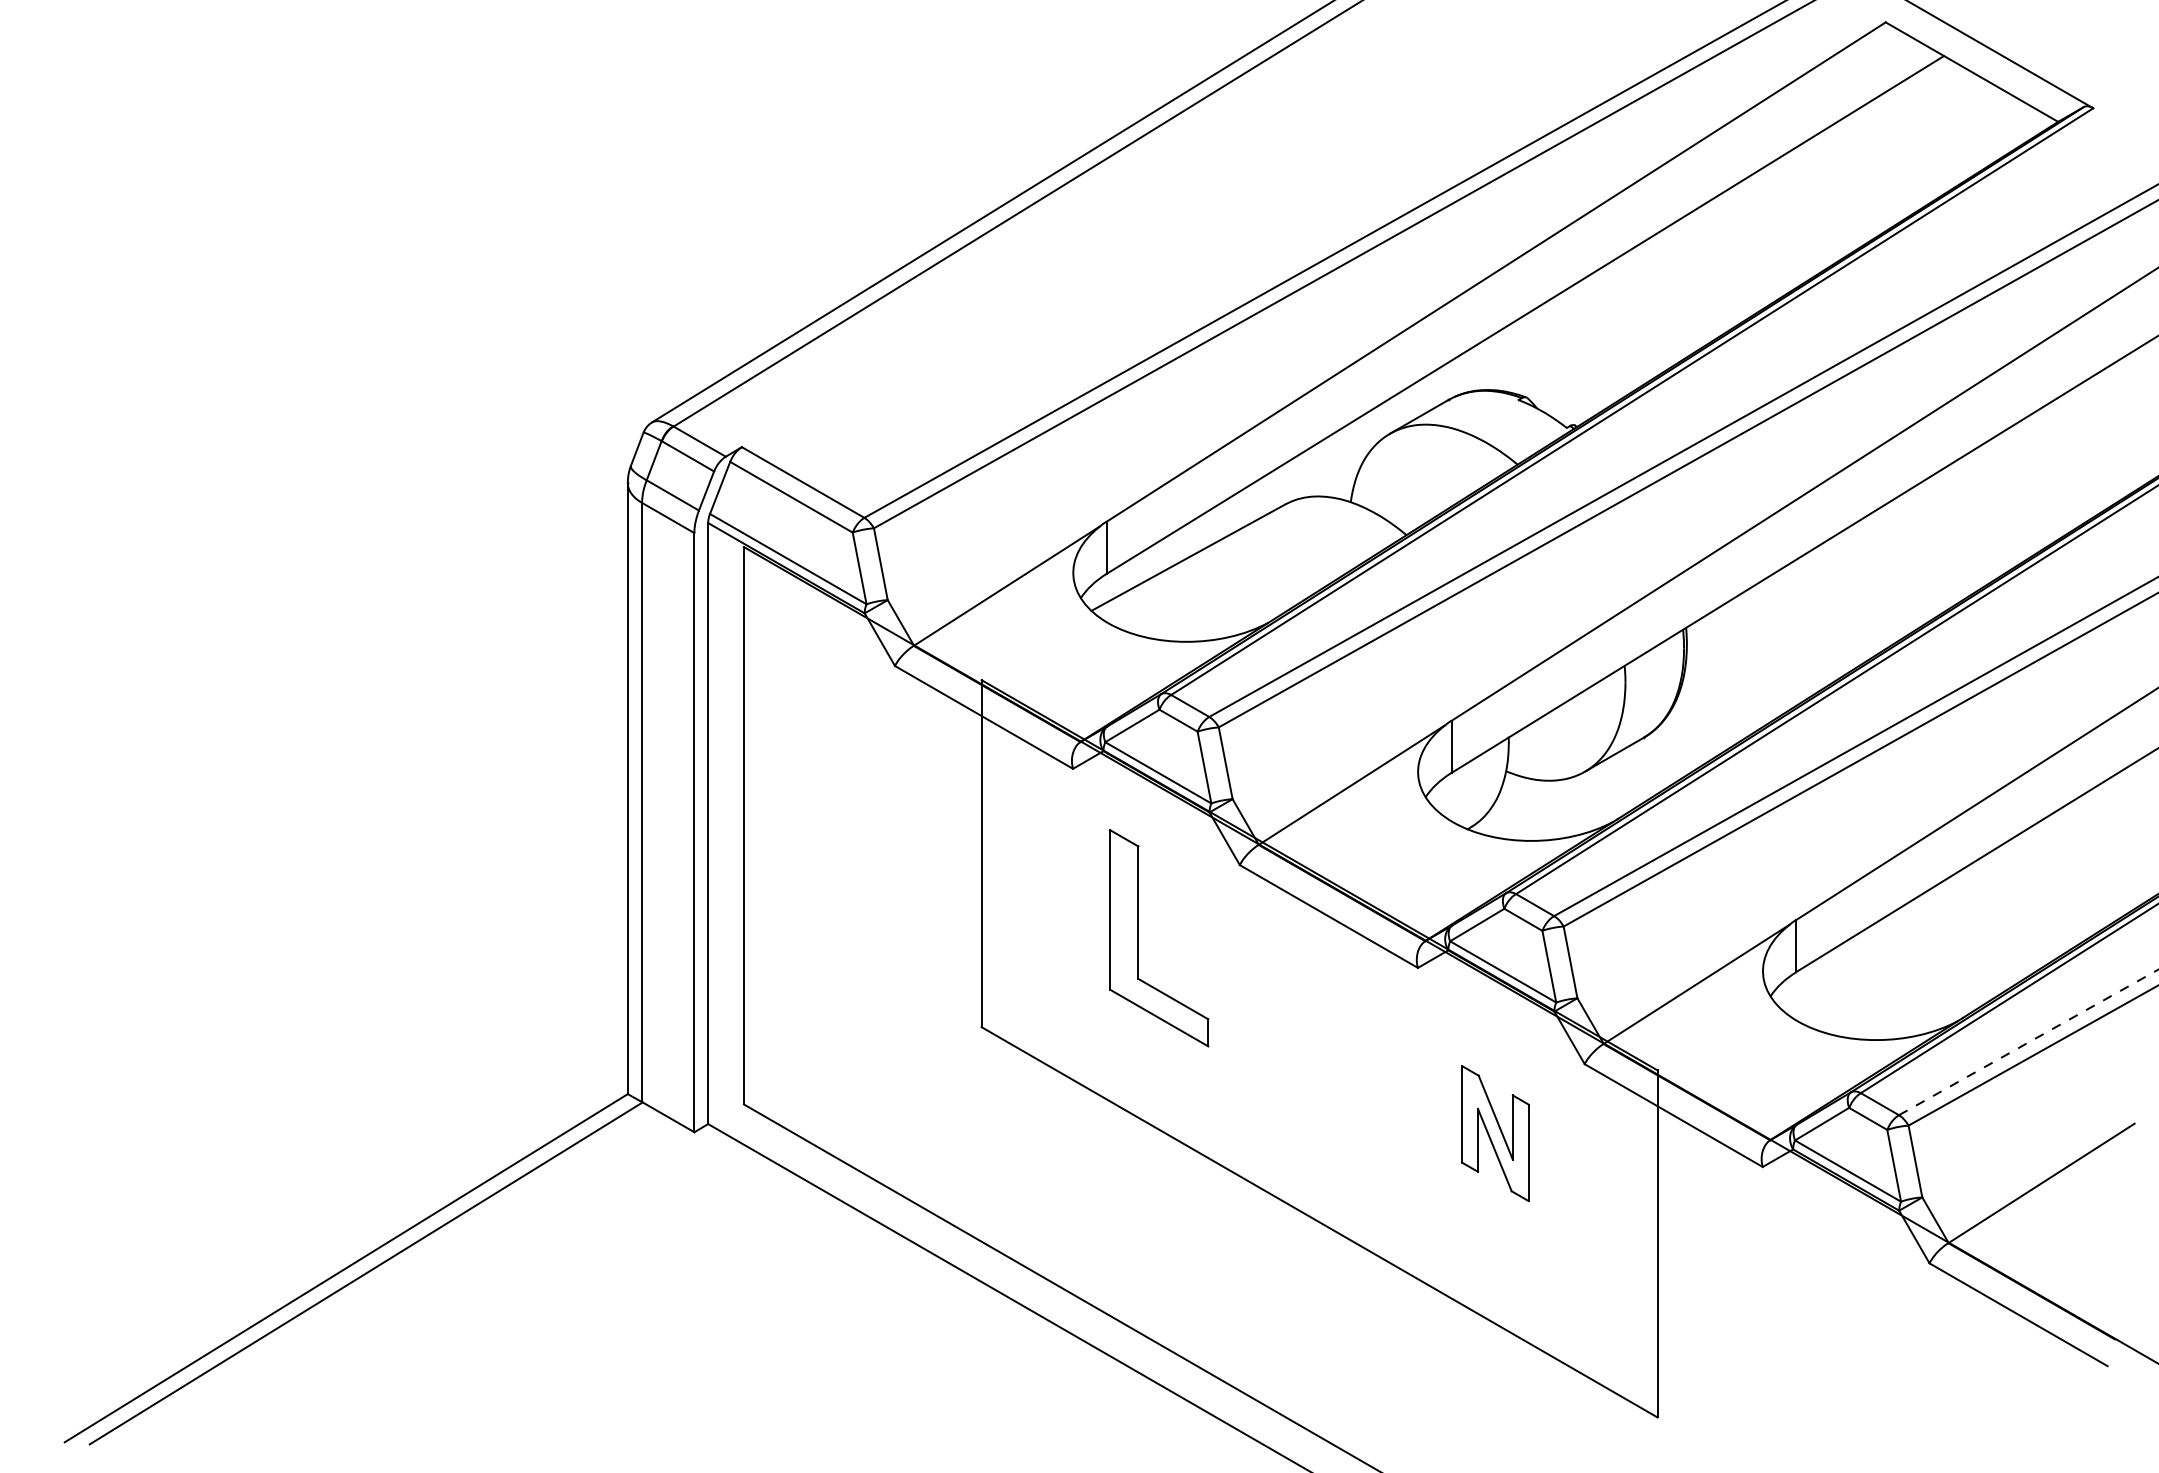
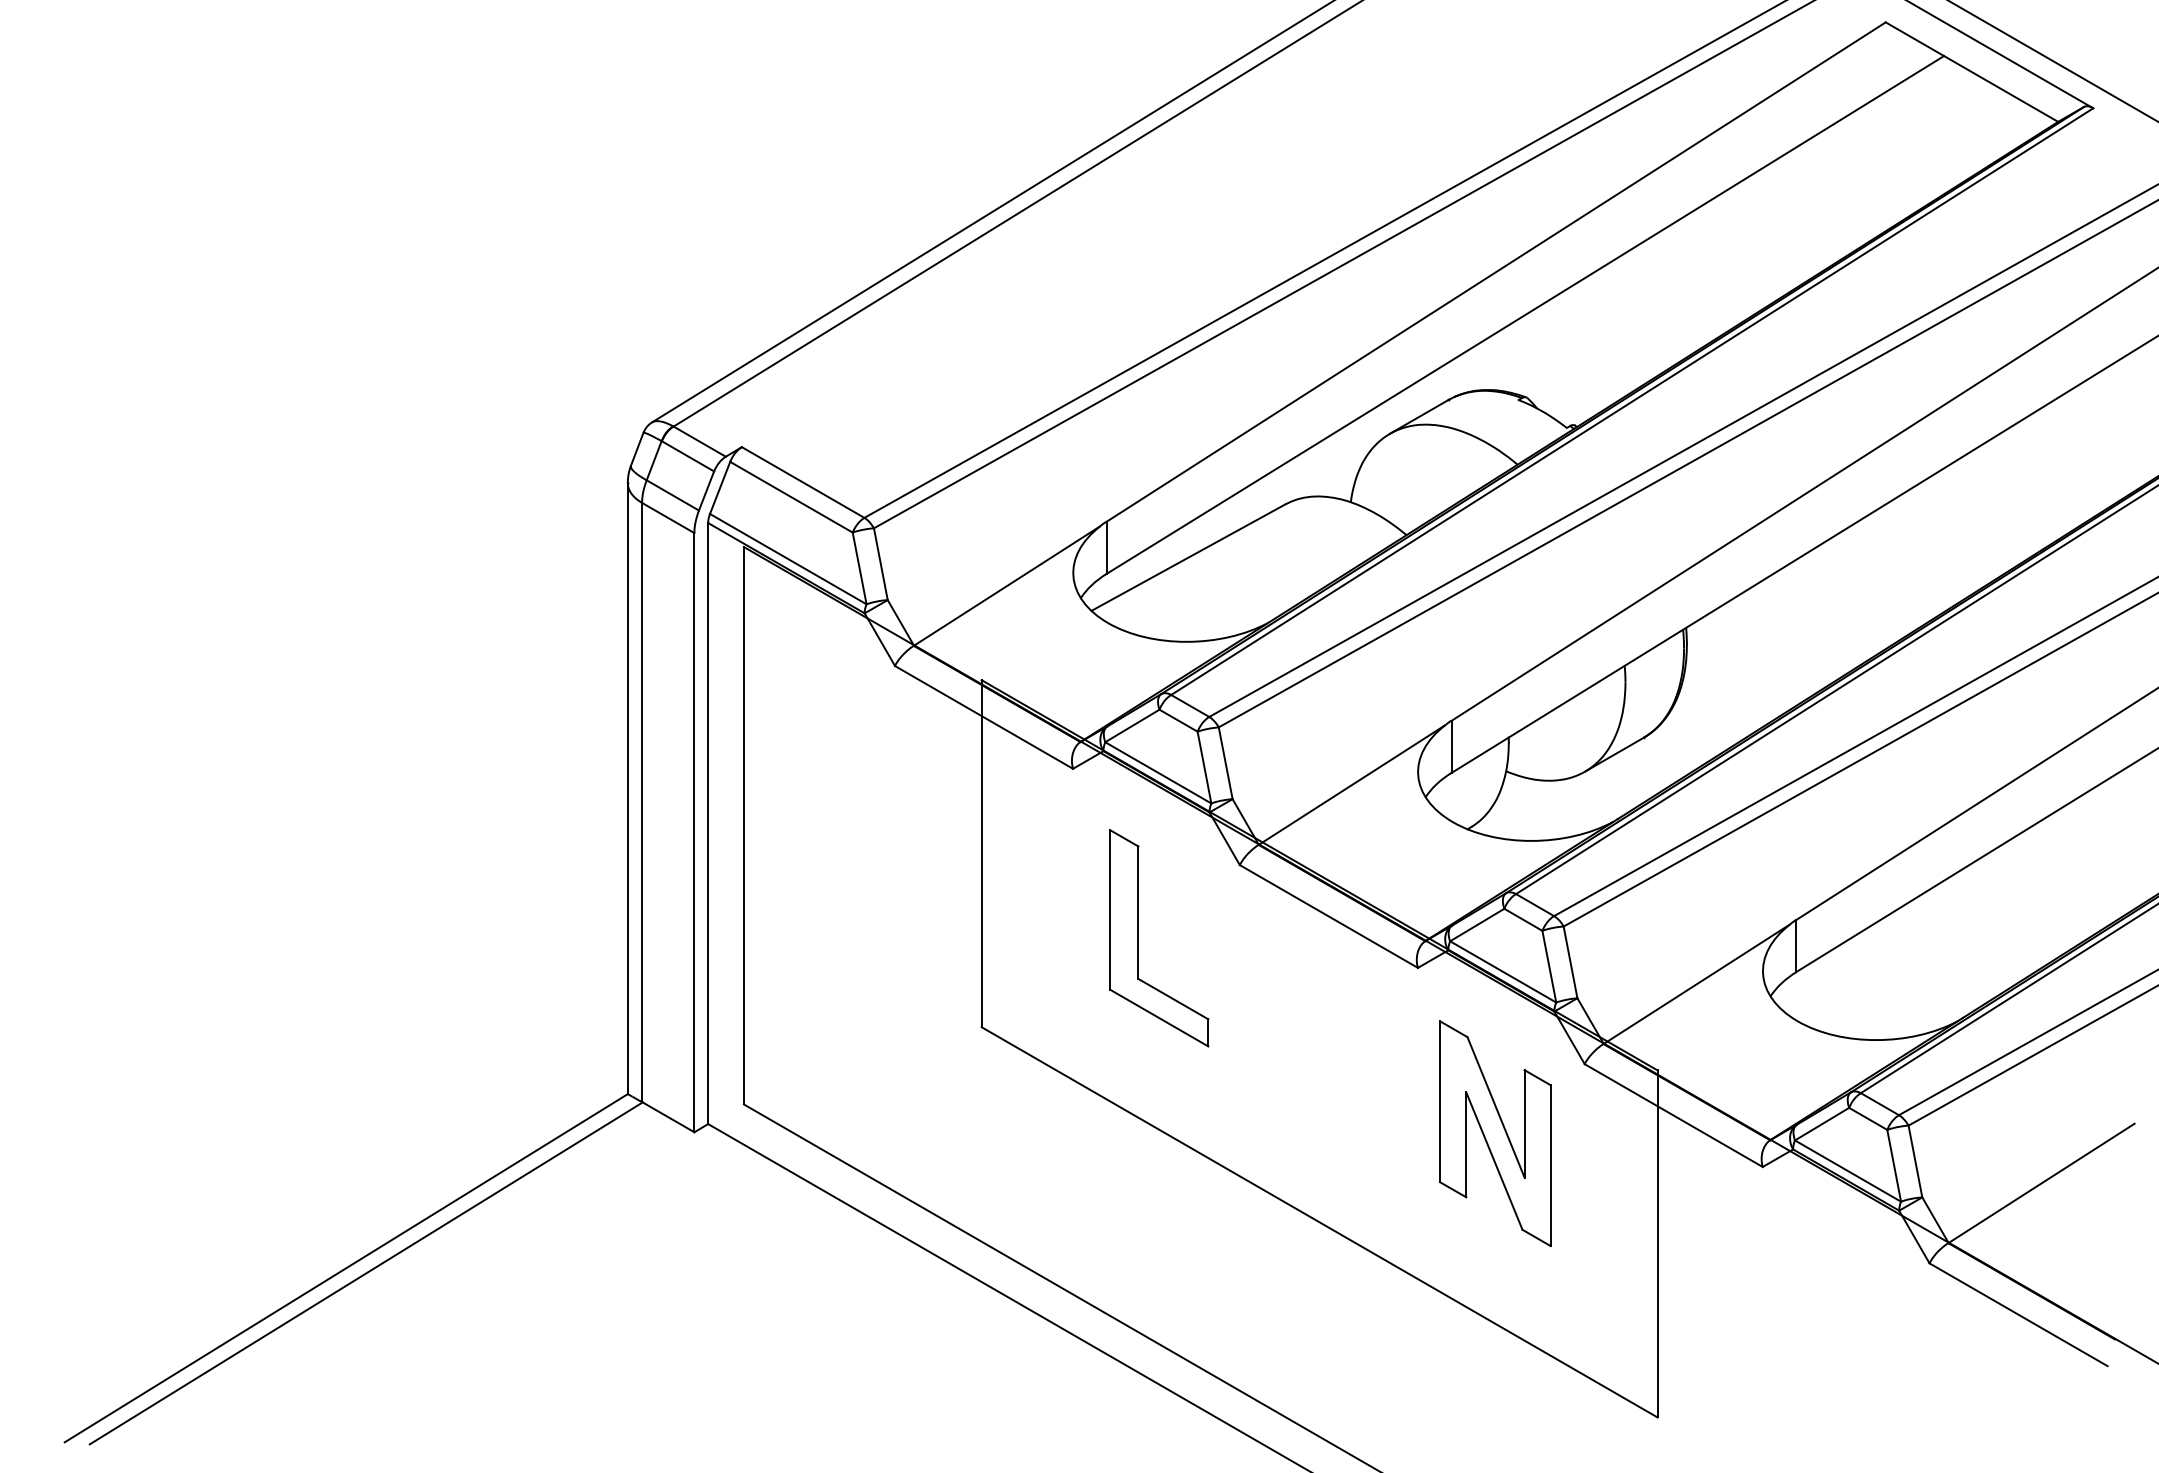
line at (2053, 61): none -> present
line at (2028, 1042): dashed -> solid
part at (1495, 1133) size: 69x138 px -> 113x227 px
